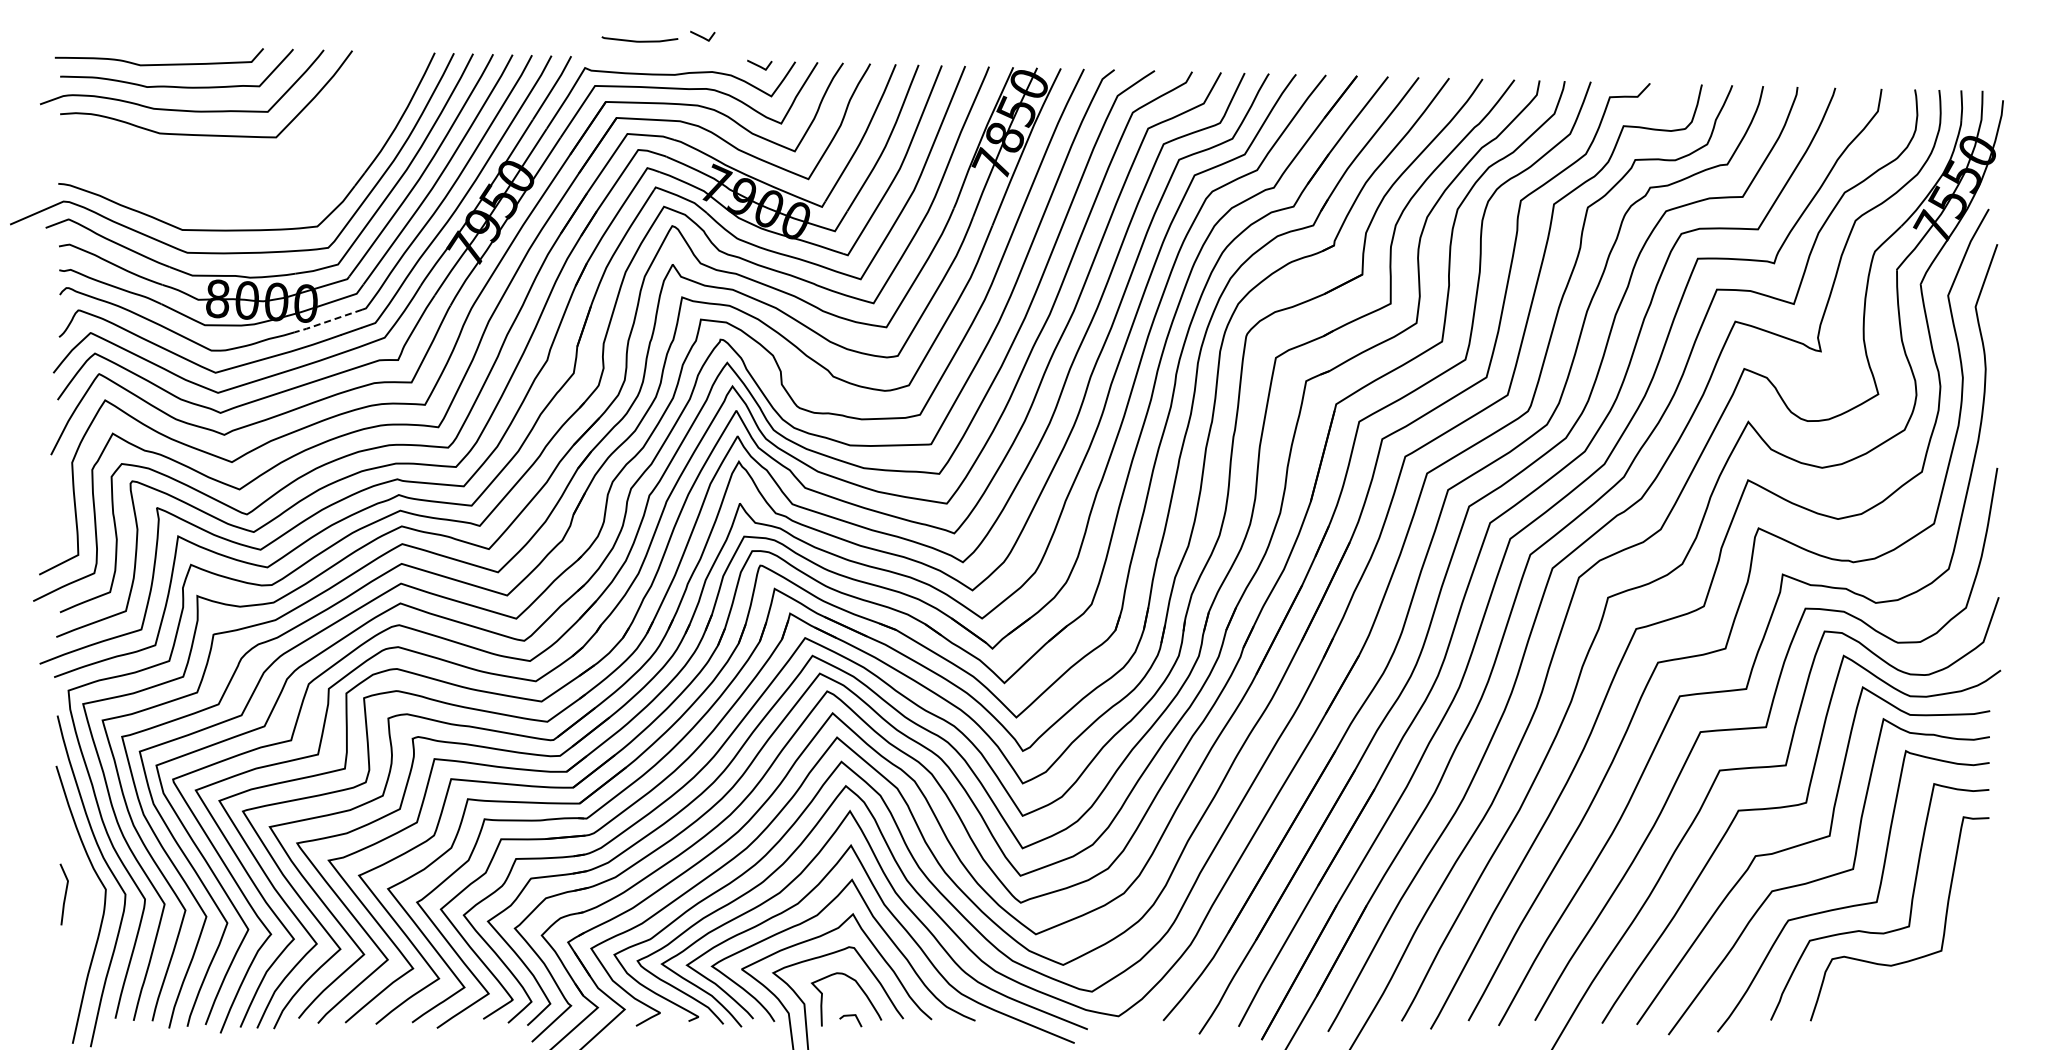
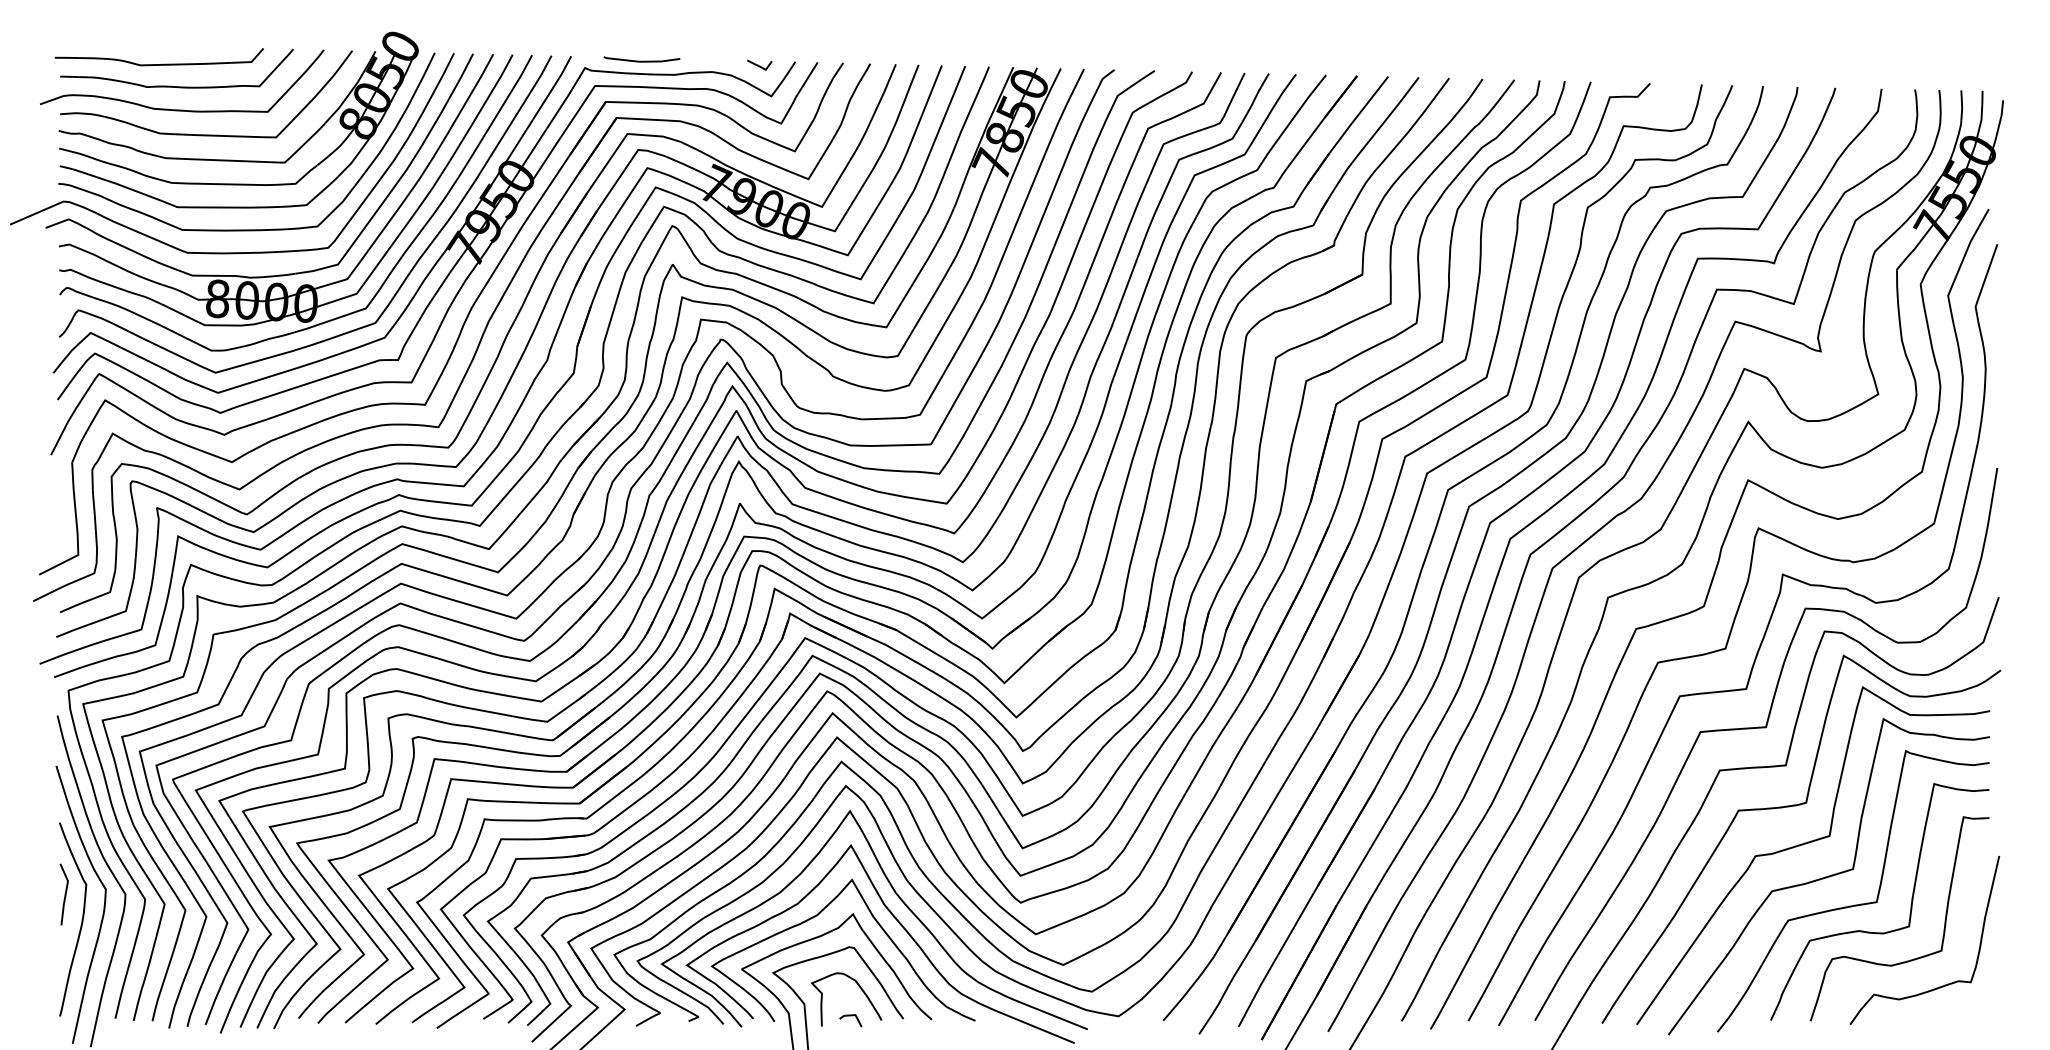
line at (701, 35): present -> none
curve at (639, 40) position: (639, 40) -> (641, 60)
part at (233, 159): none -> present
line at (327, 321): dashed -> solid
curve at (81, 919): none -> present
curve at (1944, 984): none -> present
